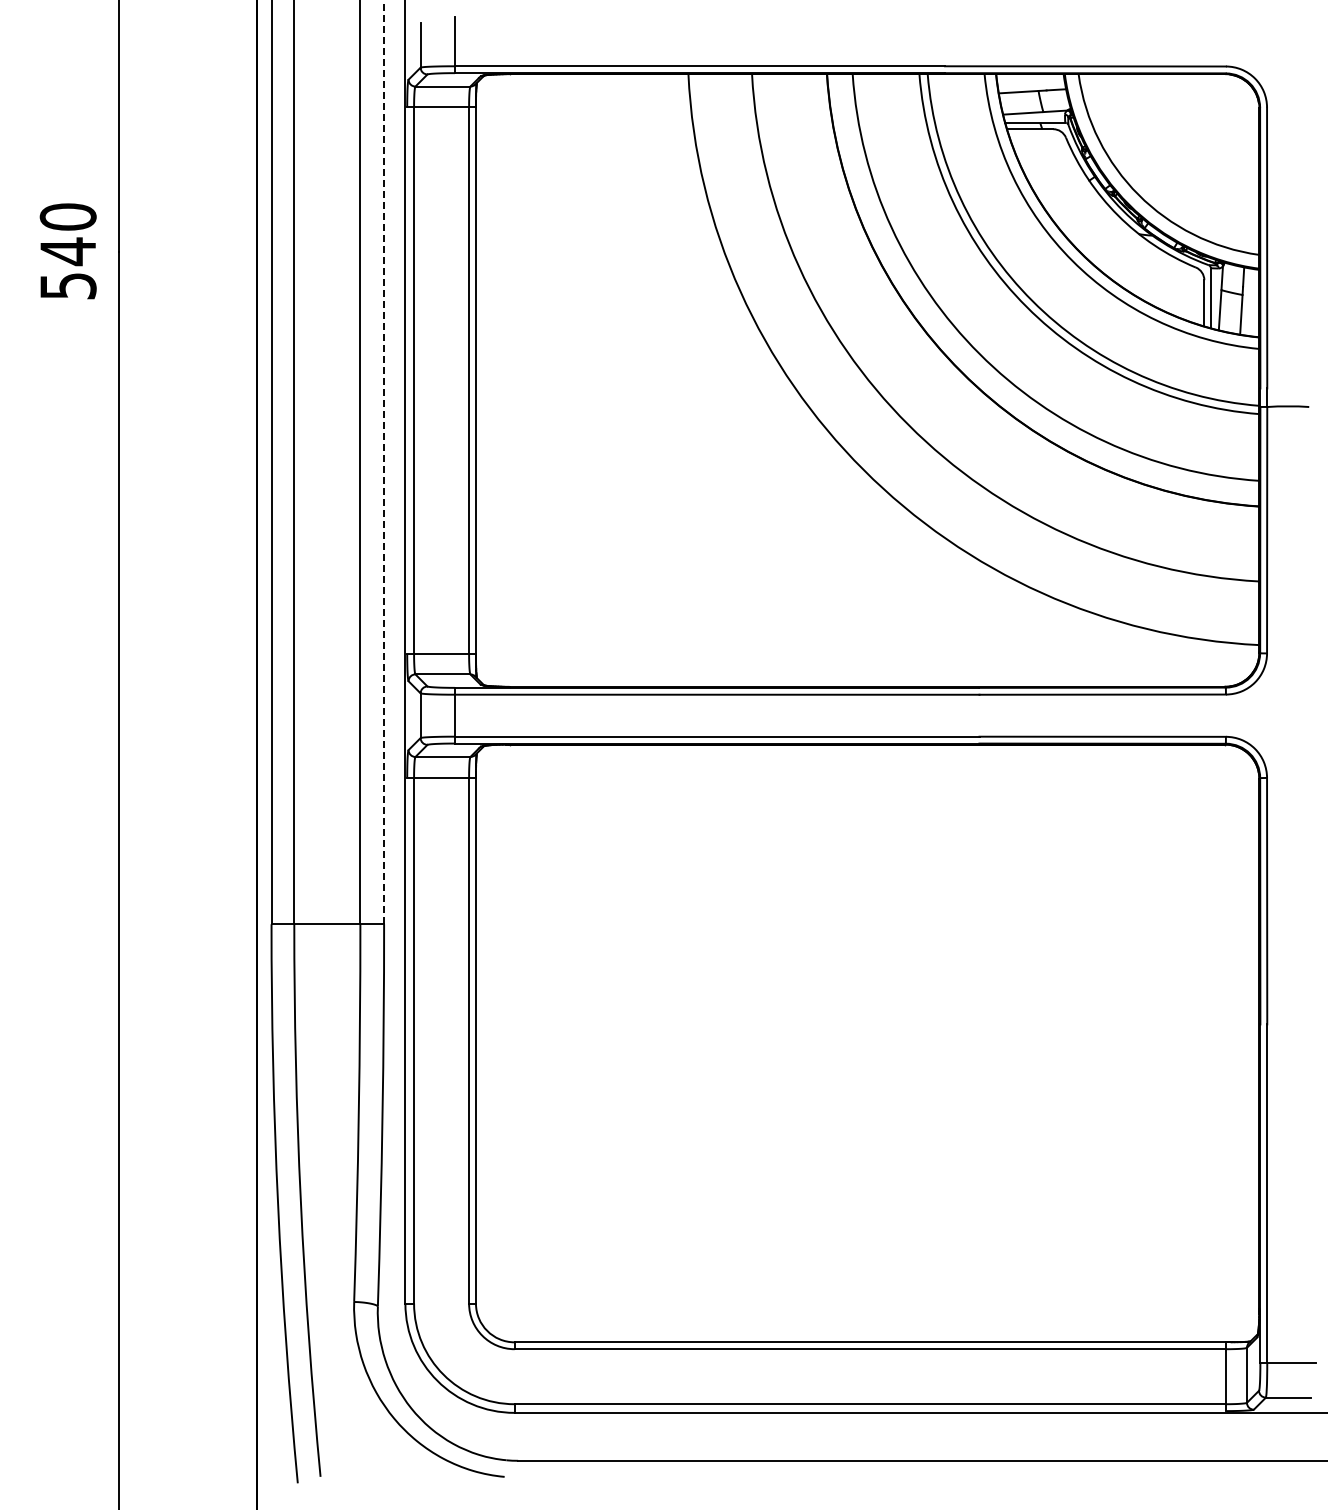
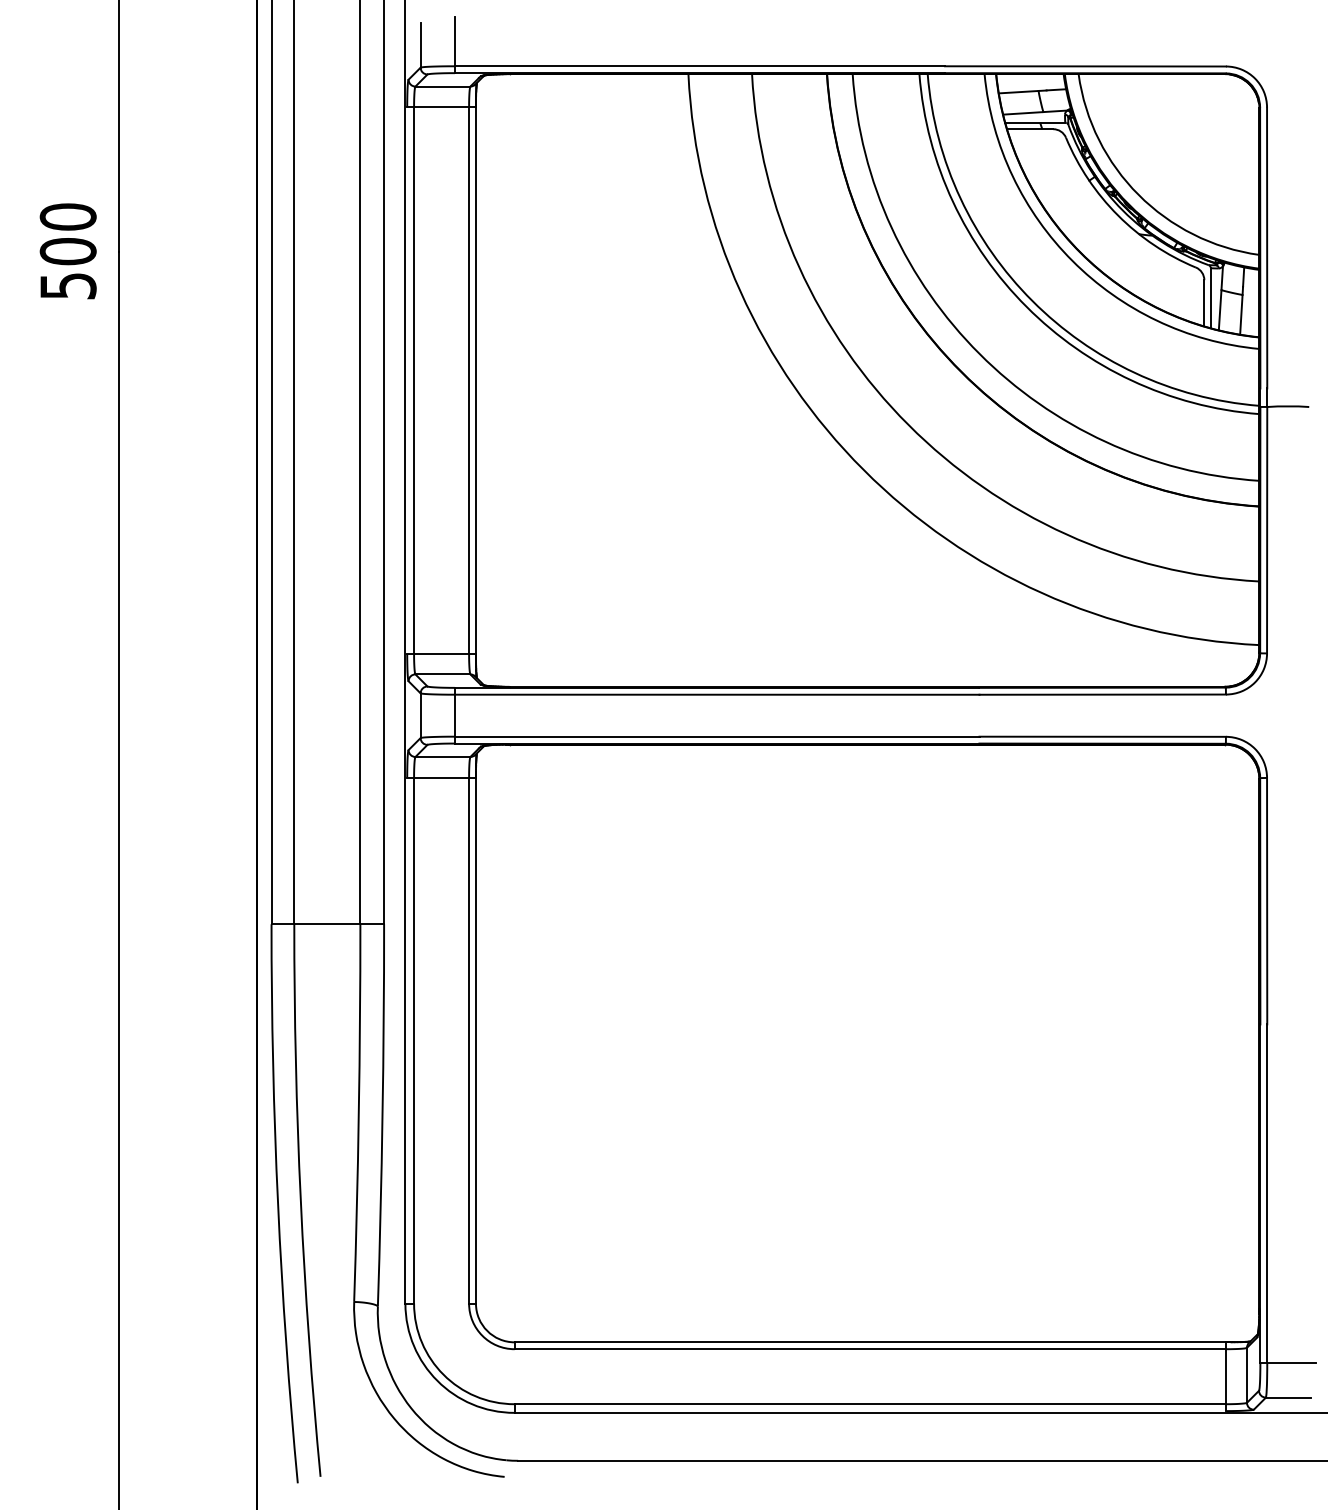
text at (67, 251): 540 -> 500
line at (384, 462): dashed -> solid
